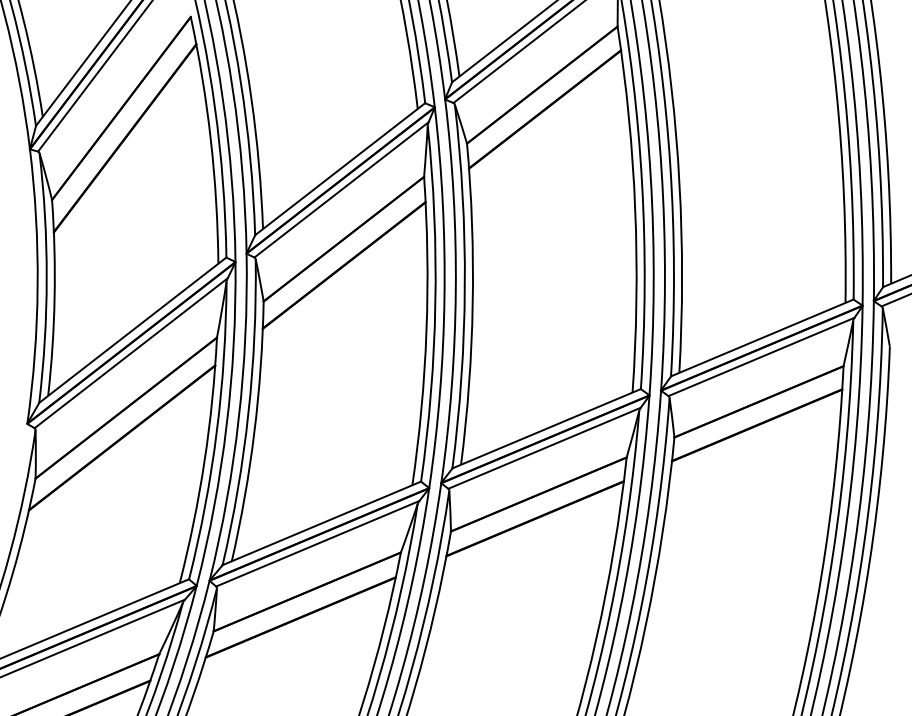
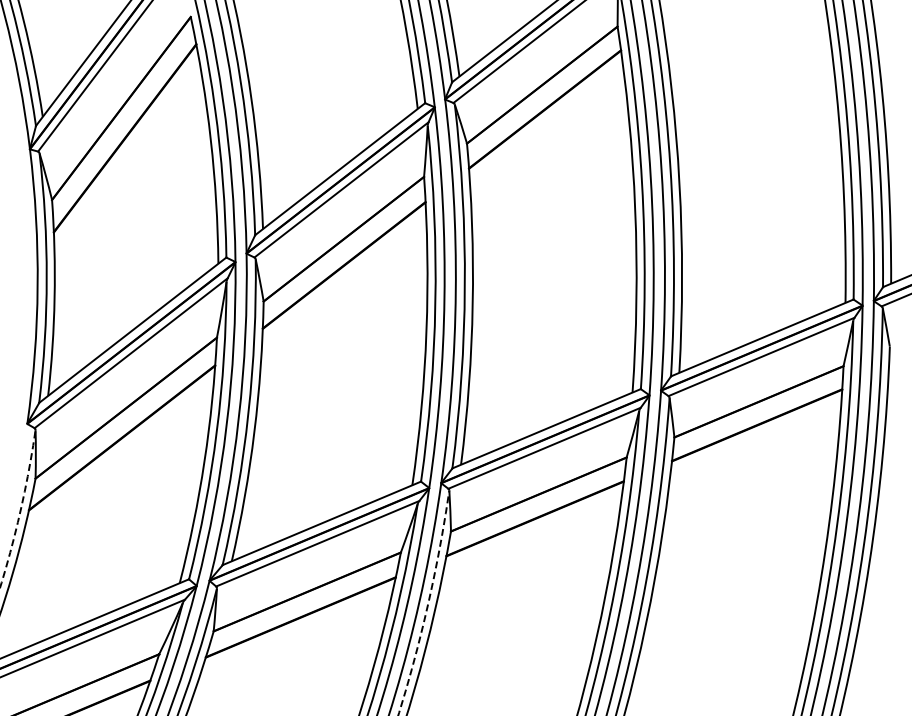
arc at (20, 509): solid -> dashed
arc at (428, 603): solid -> dashed
